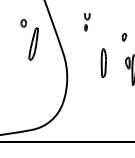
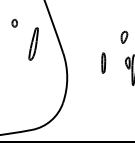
part at (23, 22) position: (23, 22) -> (14, 22)
part at (87, 22): present -> none
part at (124, 37) size: 7x9 px -> 9x14 px
part at (103, 62) size: 7x30 px -> 6x22 px
